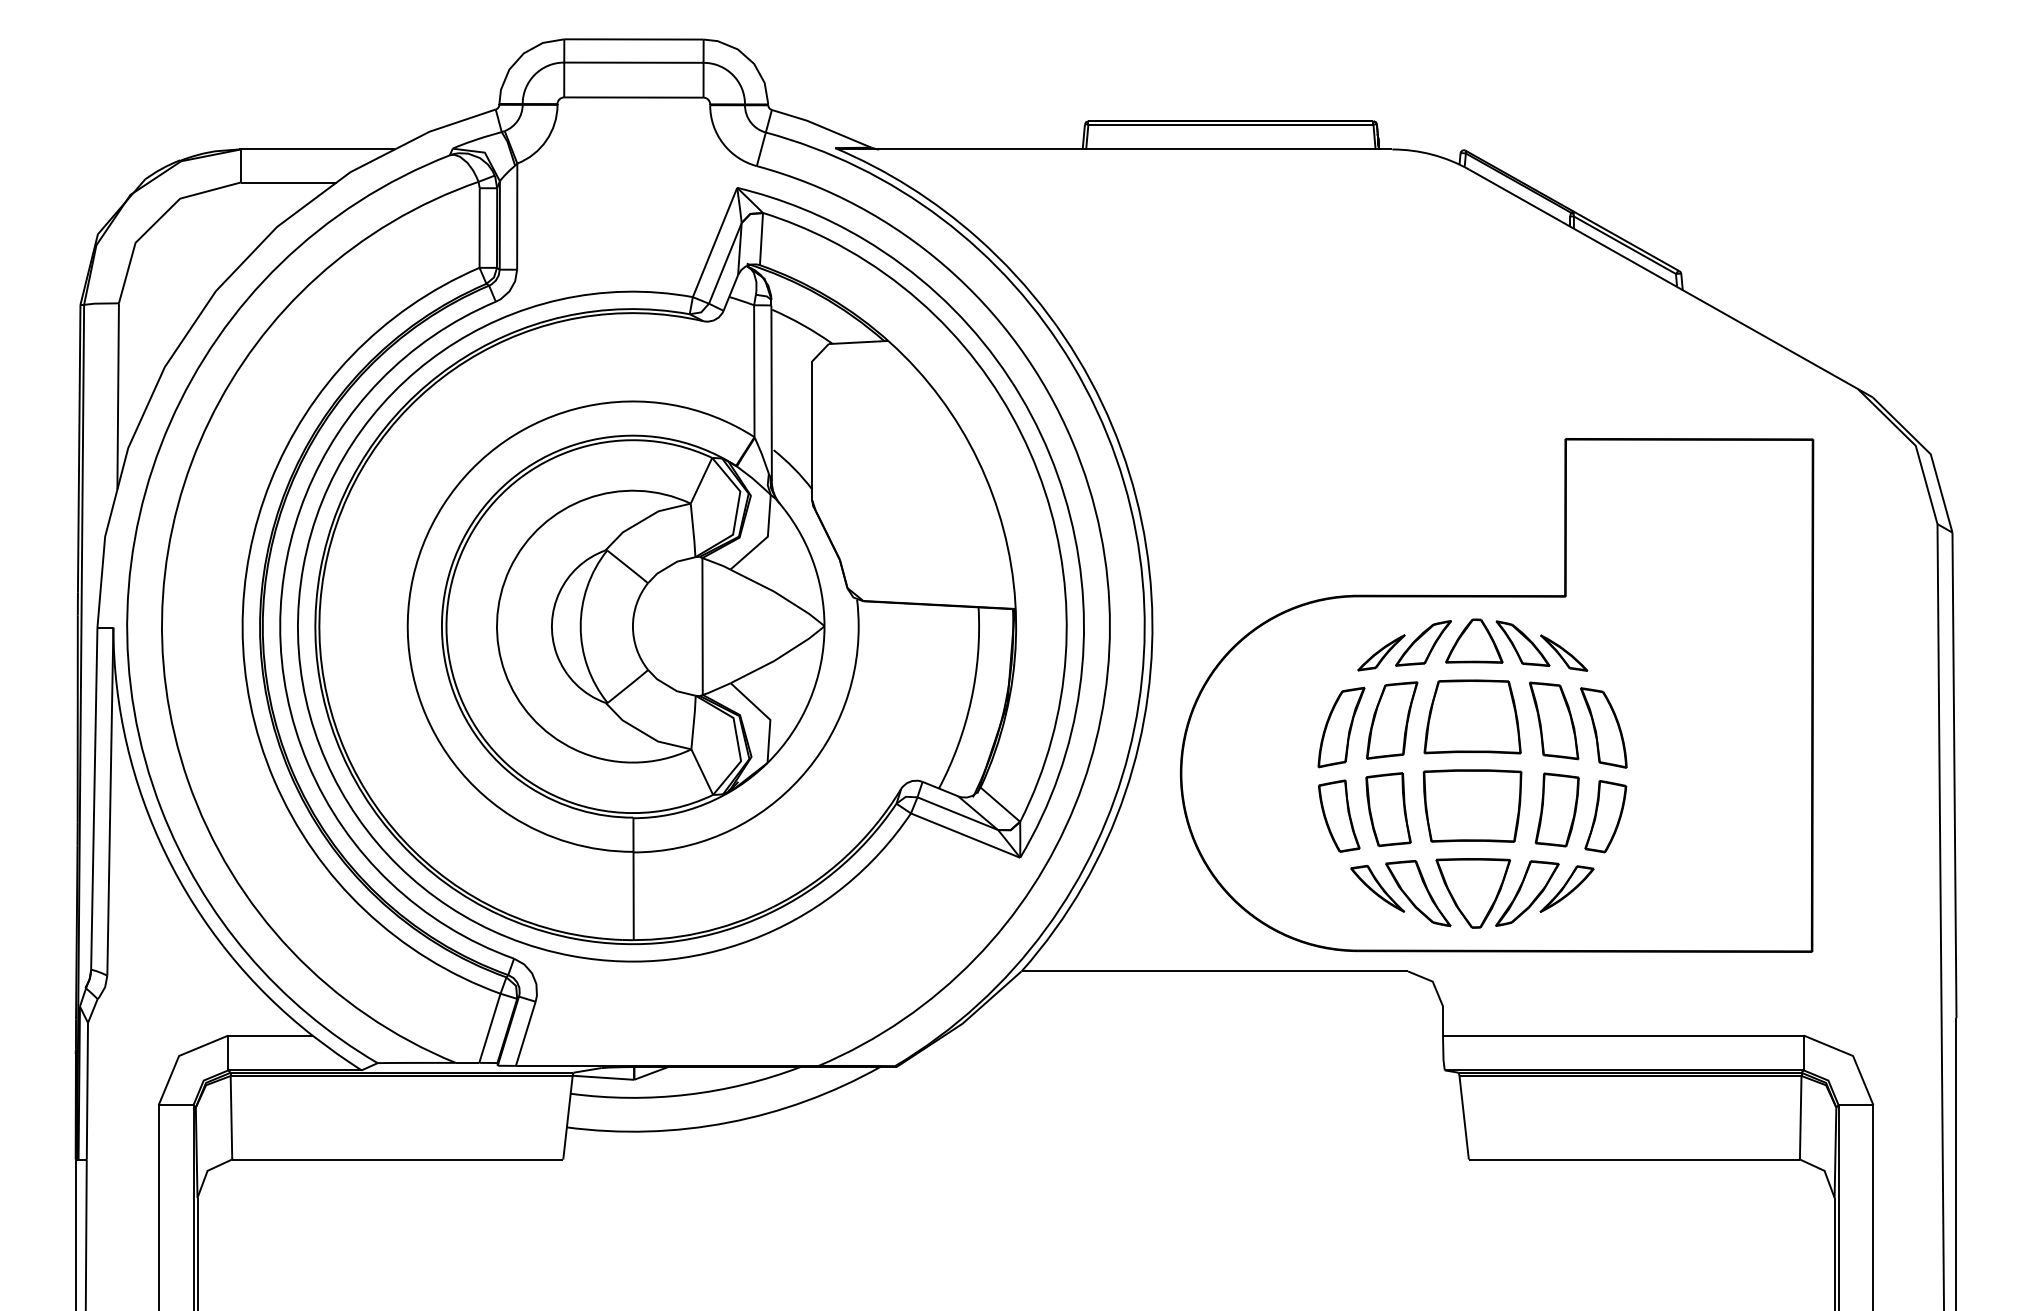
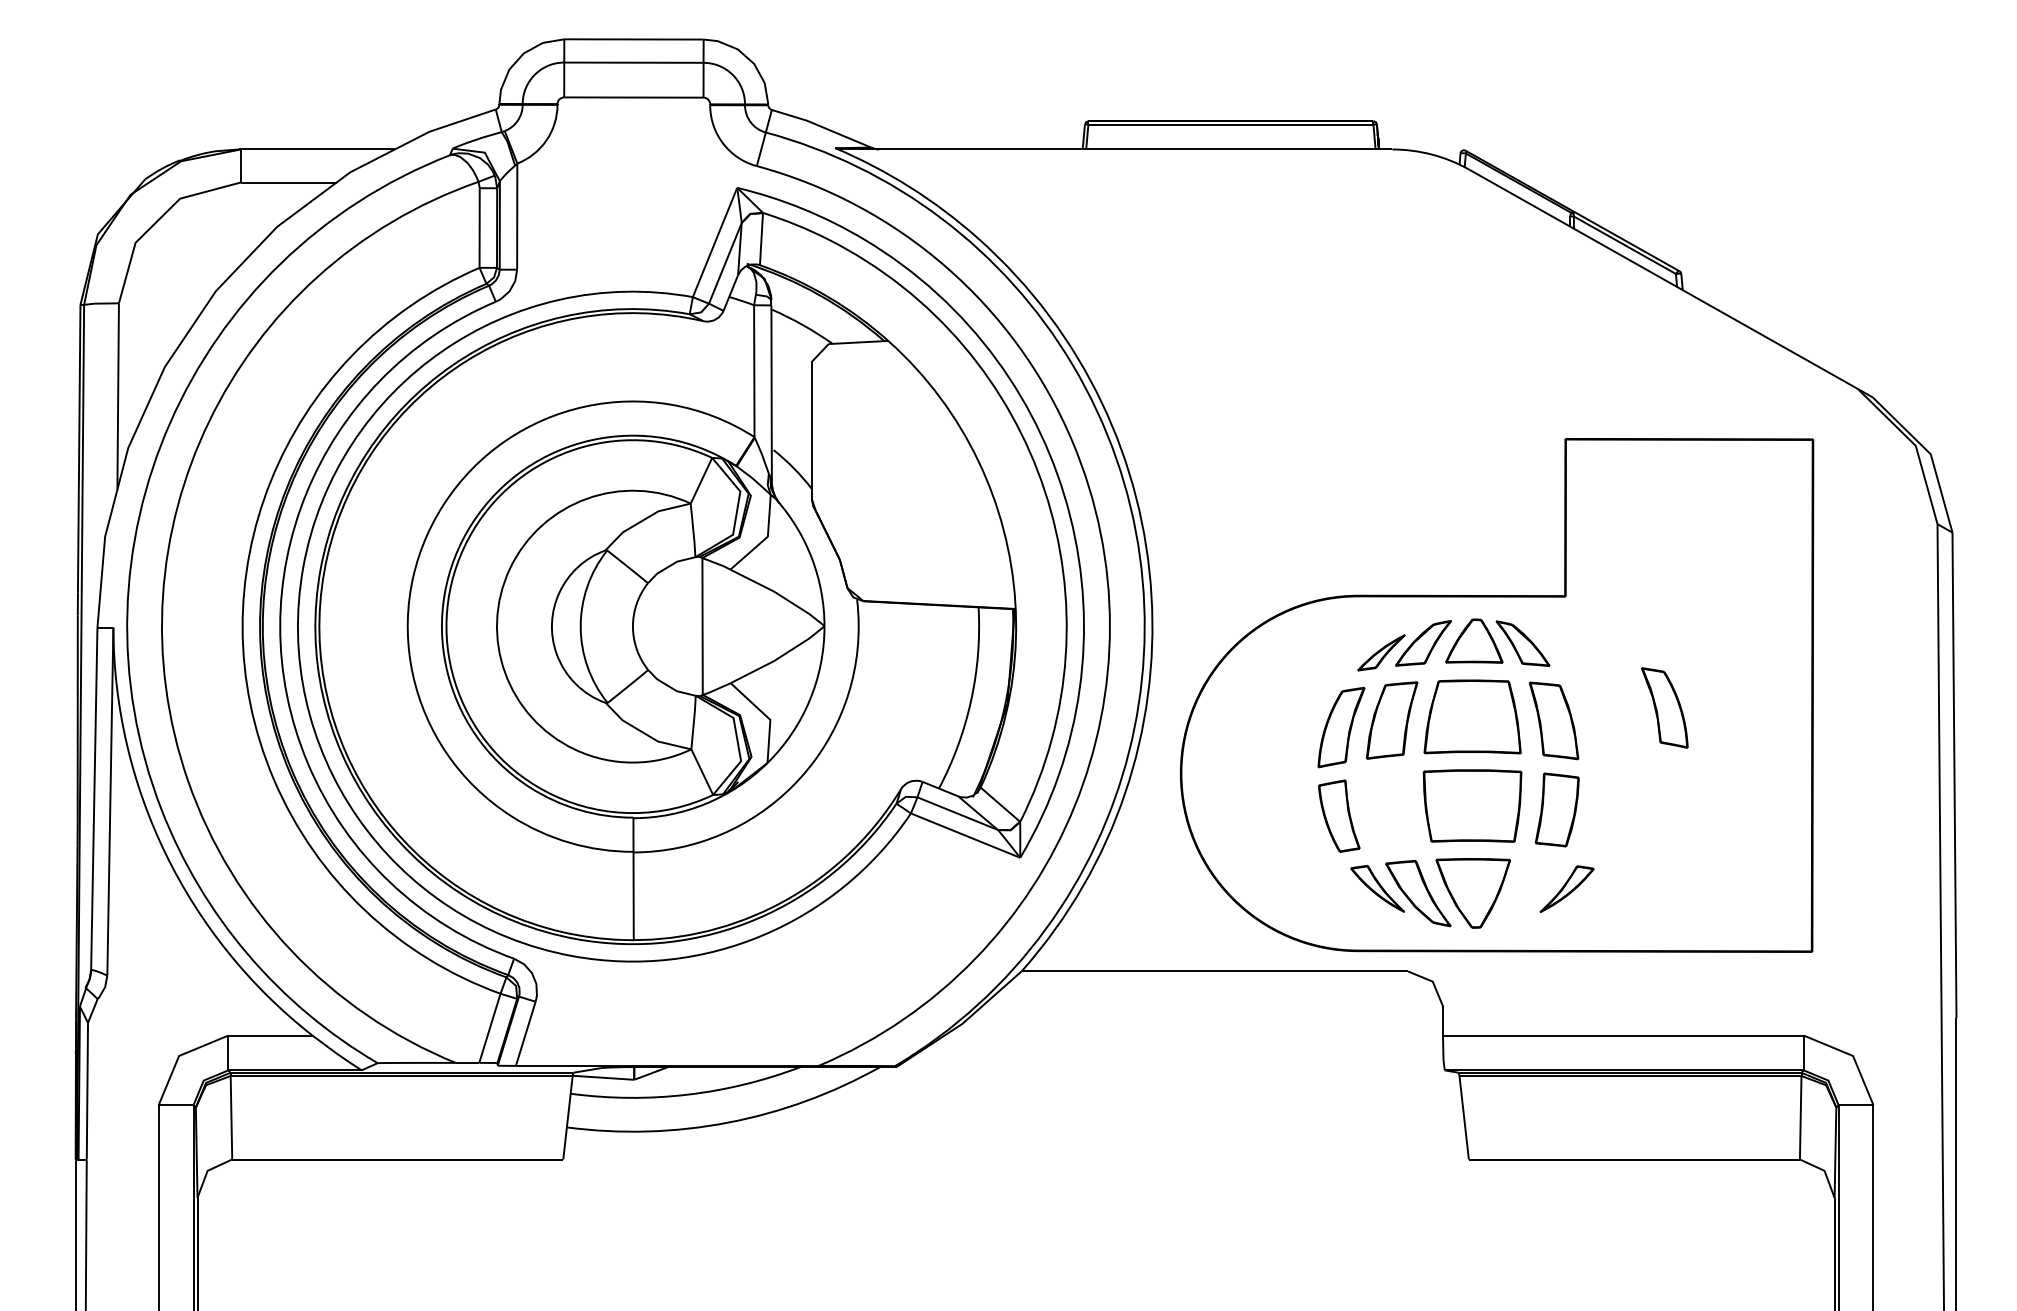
part at (1564, 652): present -> none
part at (1603, 727) position: (1603, 727) -> (1664, 707)
part at (1388, 809): present -> none
part at (1605, 816): present -> none
part at (1527, 893): present -> none
